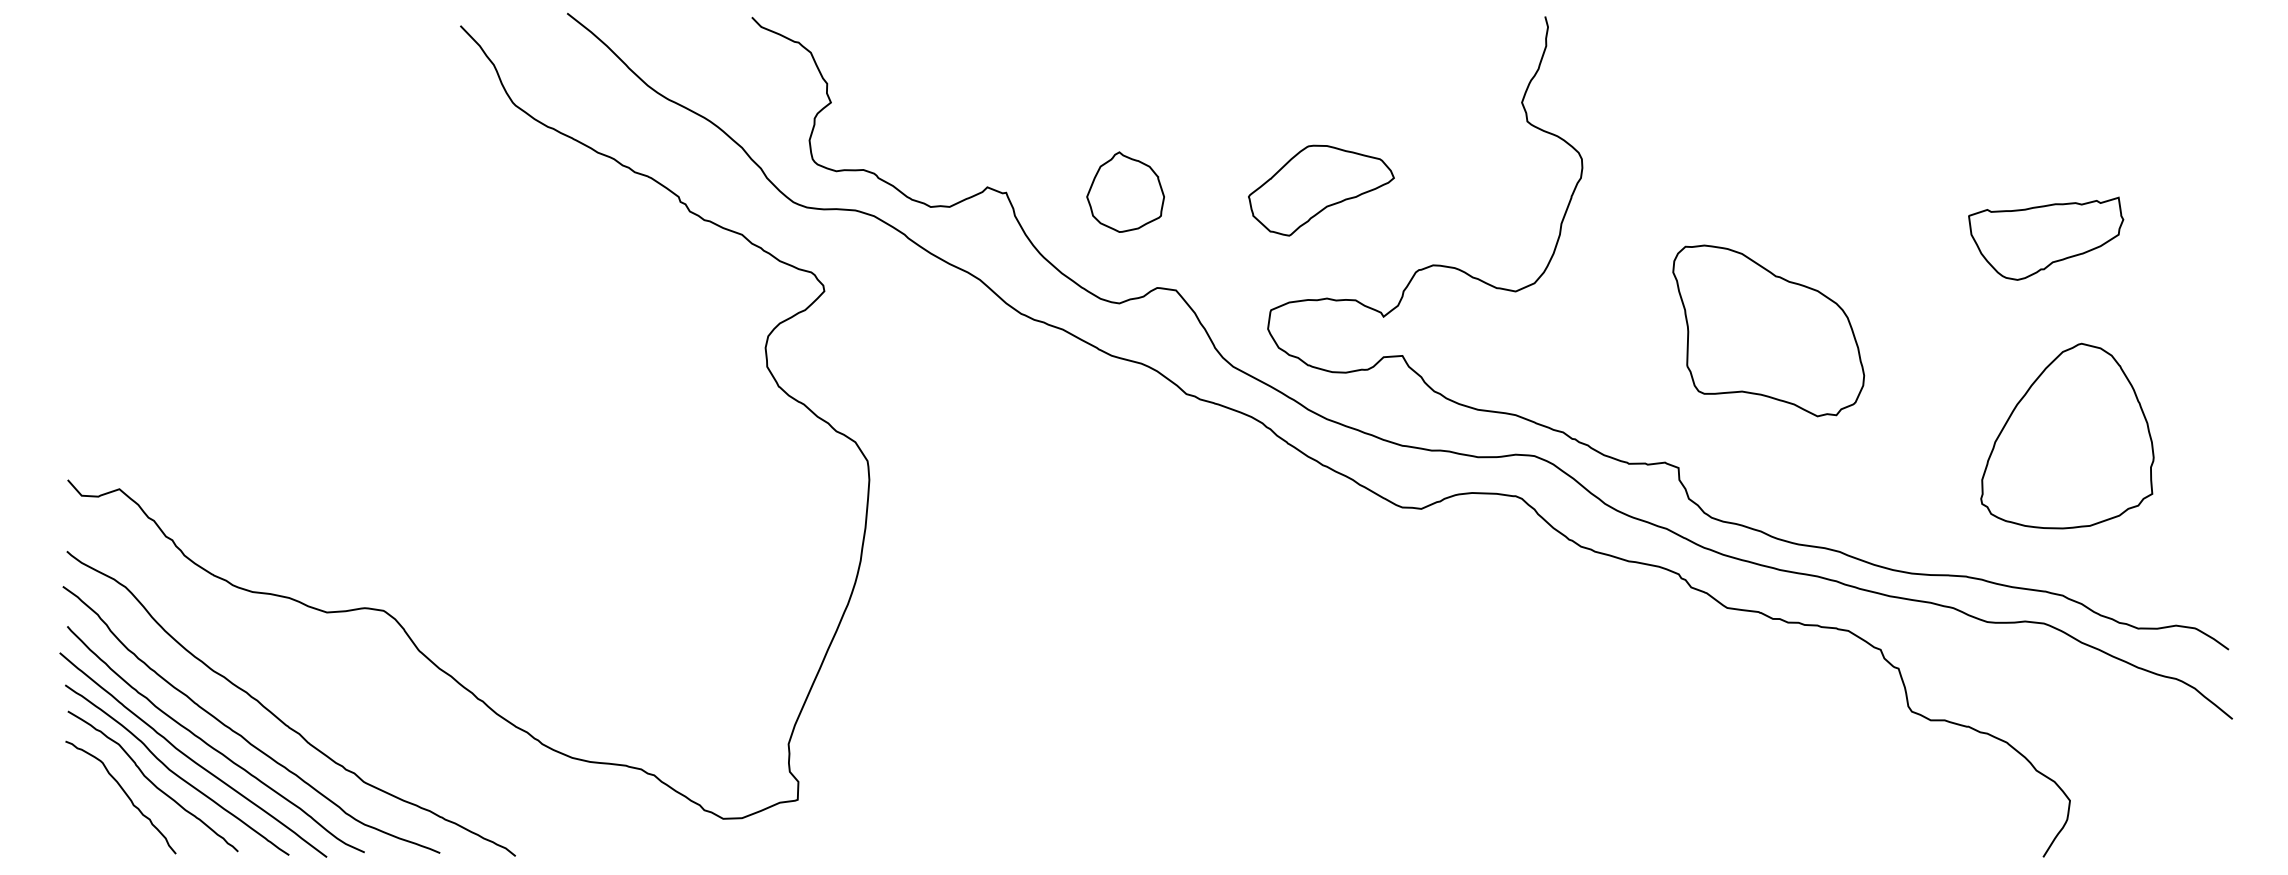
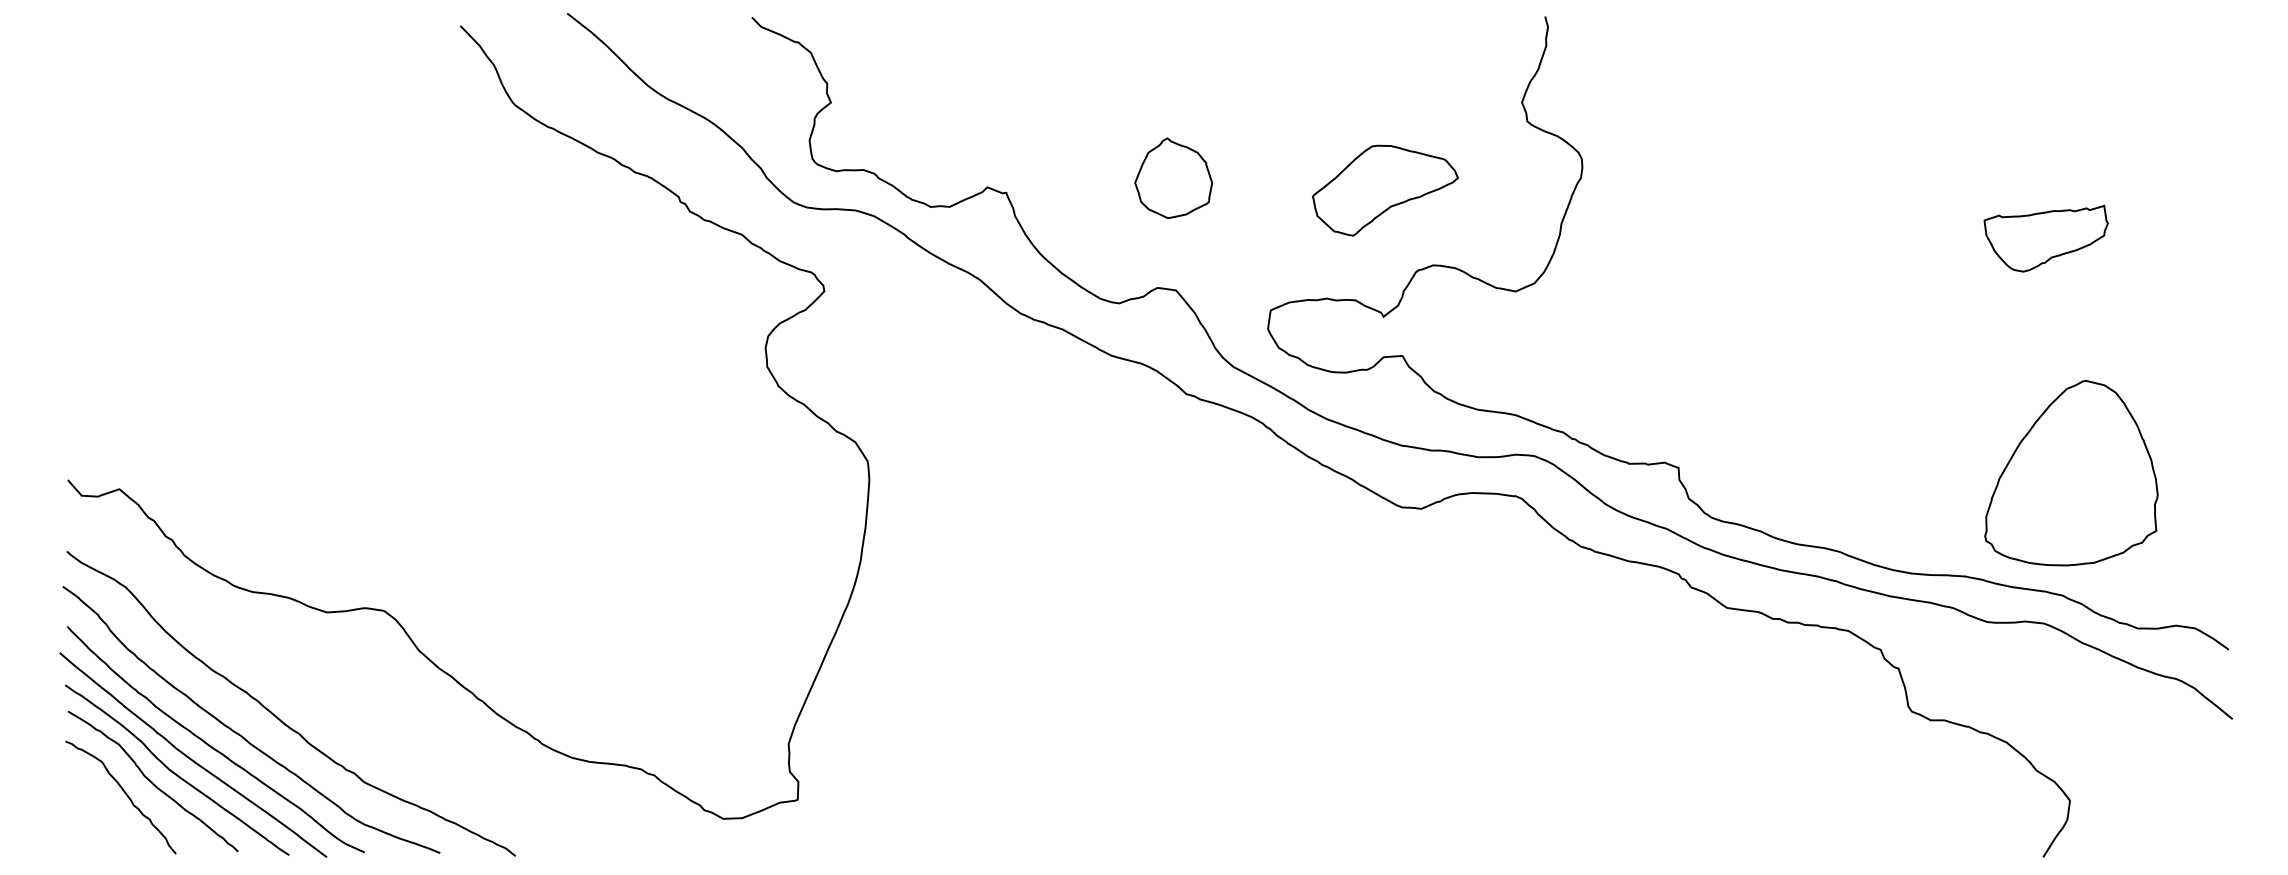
part at (1321, 190) position: (1321, 190) -> (1385, 190)
part at (1125, 191) position: (1125, 191) -> (1173, 177)
part at (2046, 238) size: 157x85 px -> 126x69 px
part at (1768, 330): present -> none
part at (2067, 435) position: (2067, 435) -> (2071, 472)
